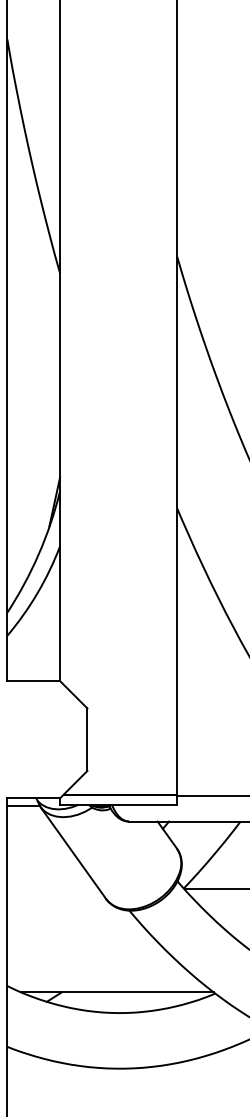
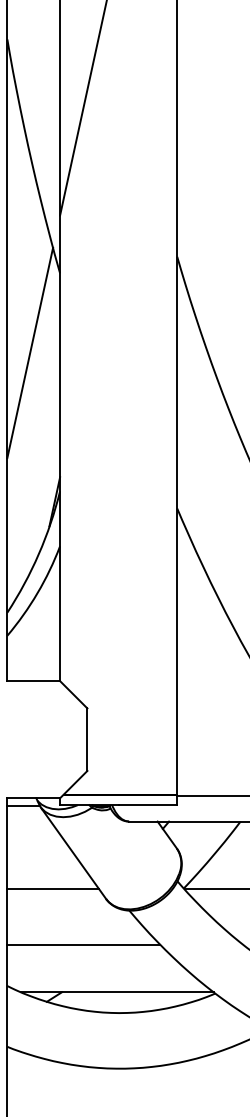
line at (83, 108): none -> present
line at (30, 352): none -> present
line at (53, 889): none -> present
line at (83, 944): none -> present
